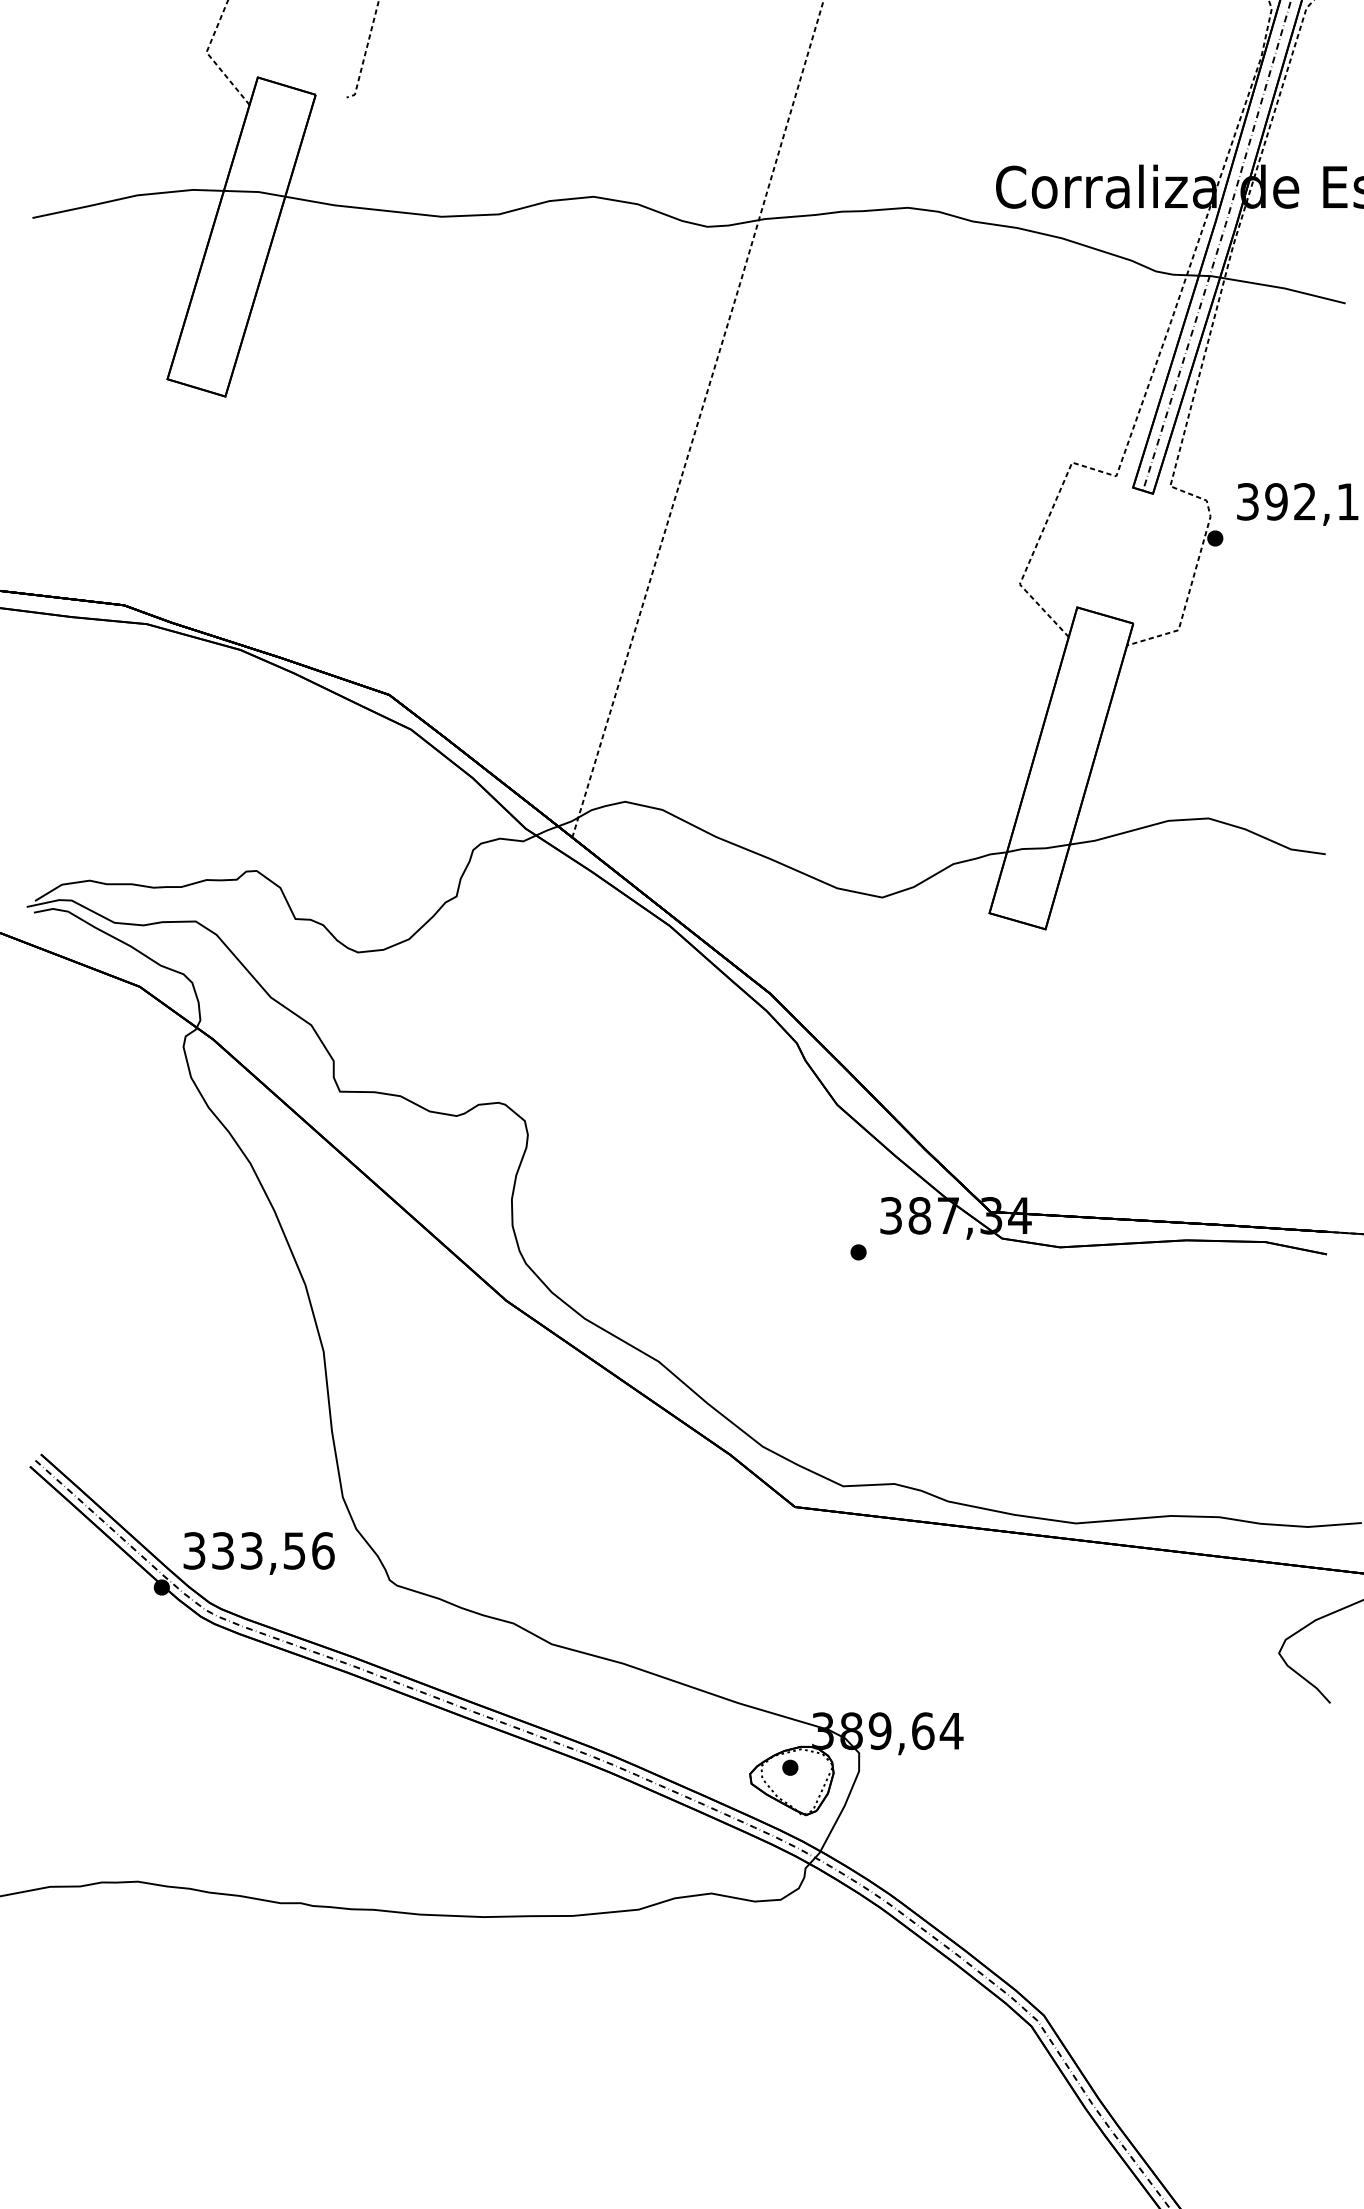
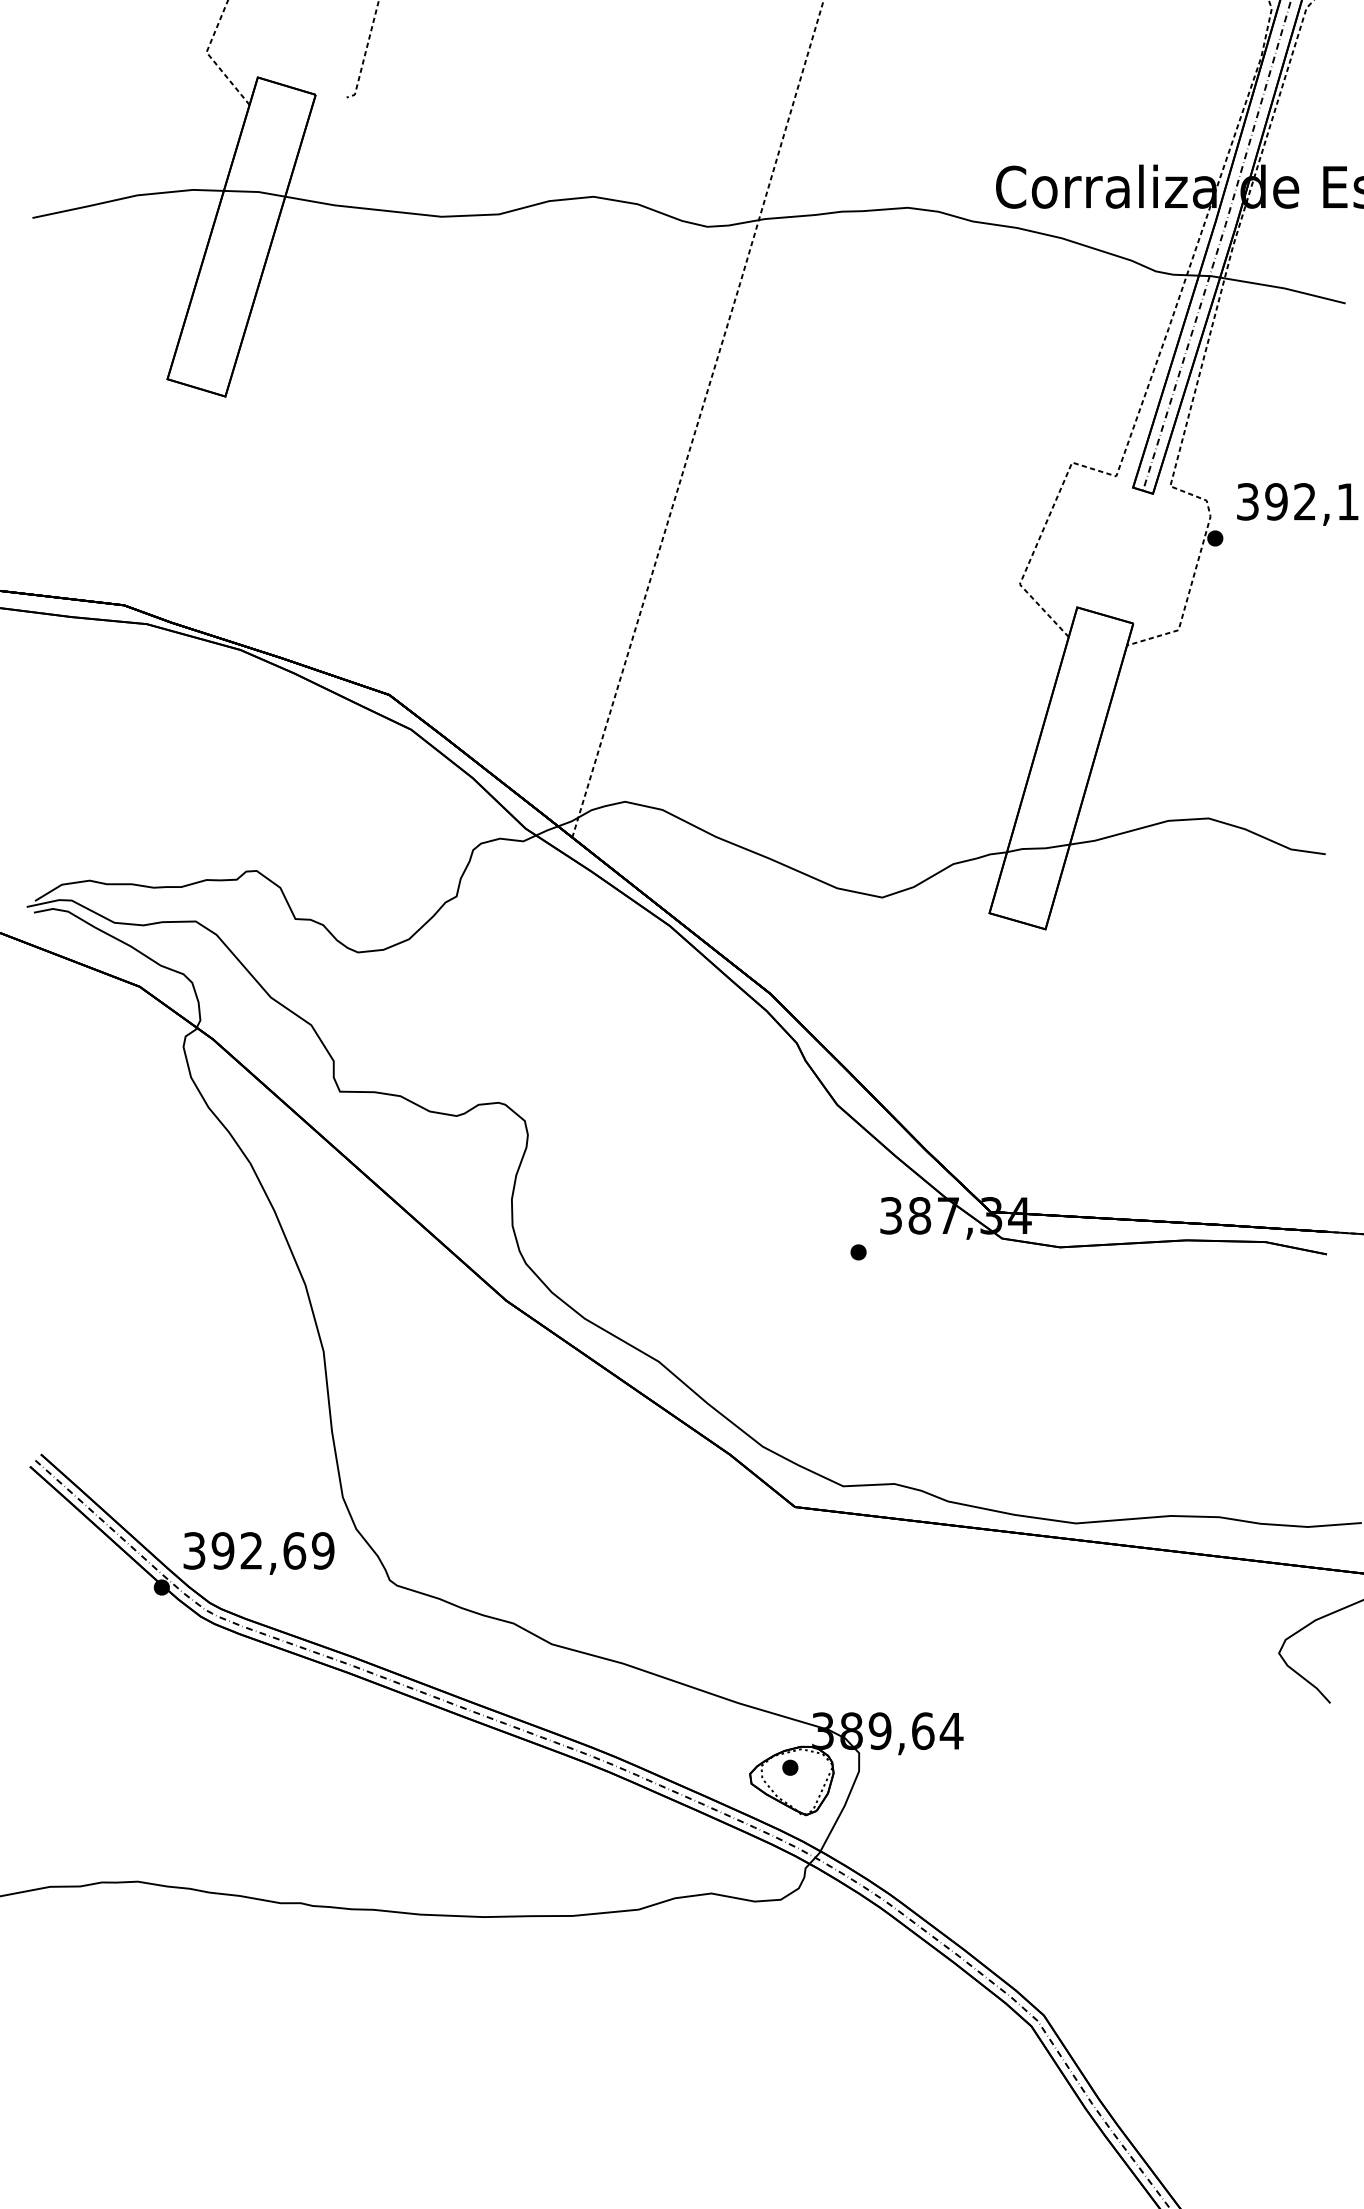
text at (272, 1550): 333,56 -> 392,69
